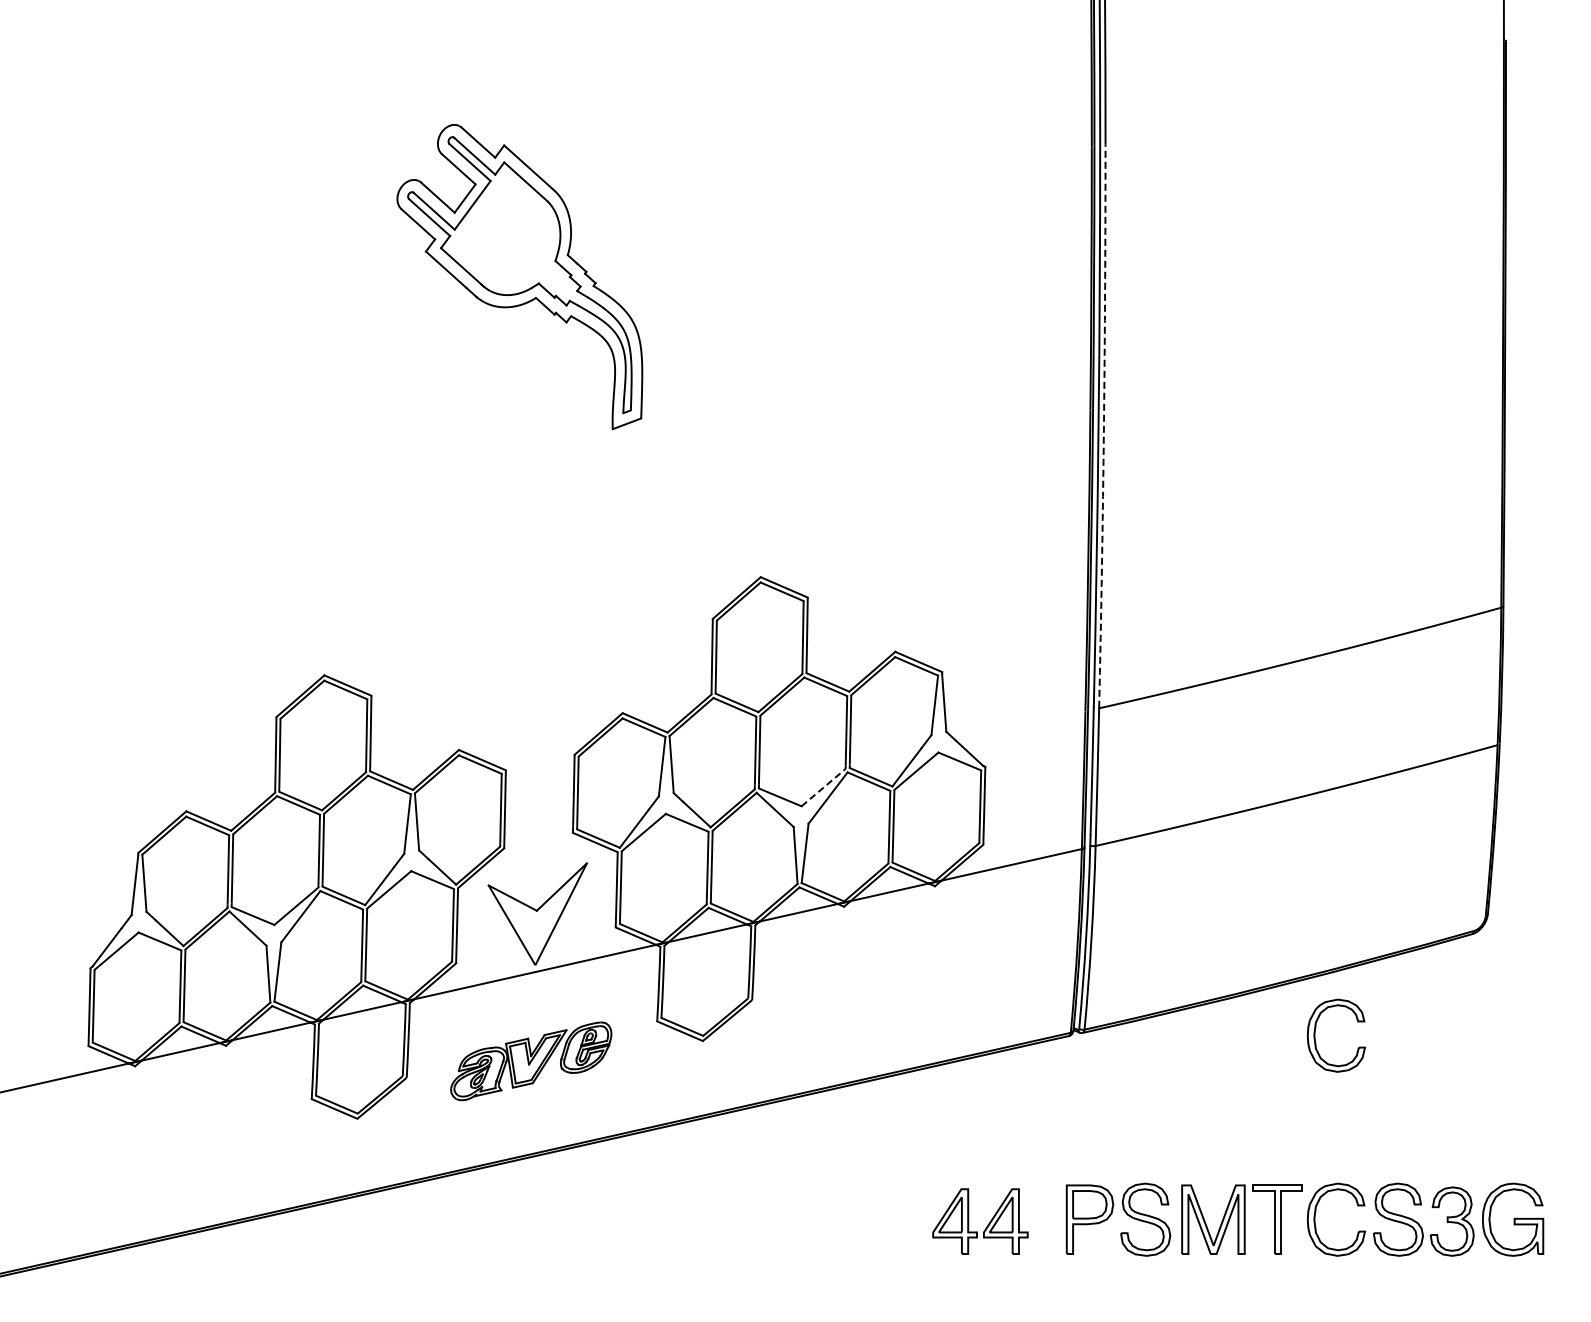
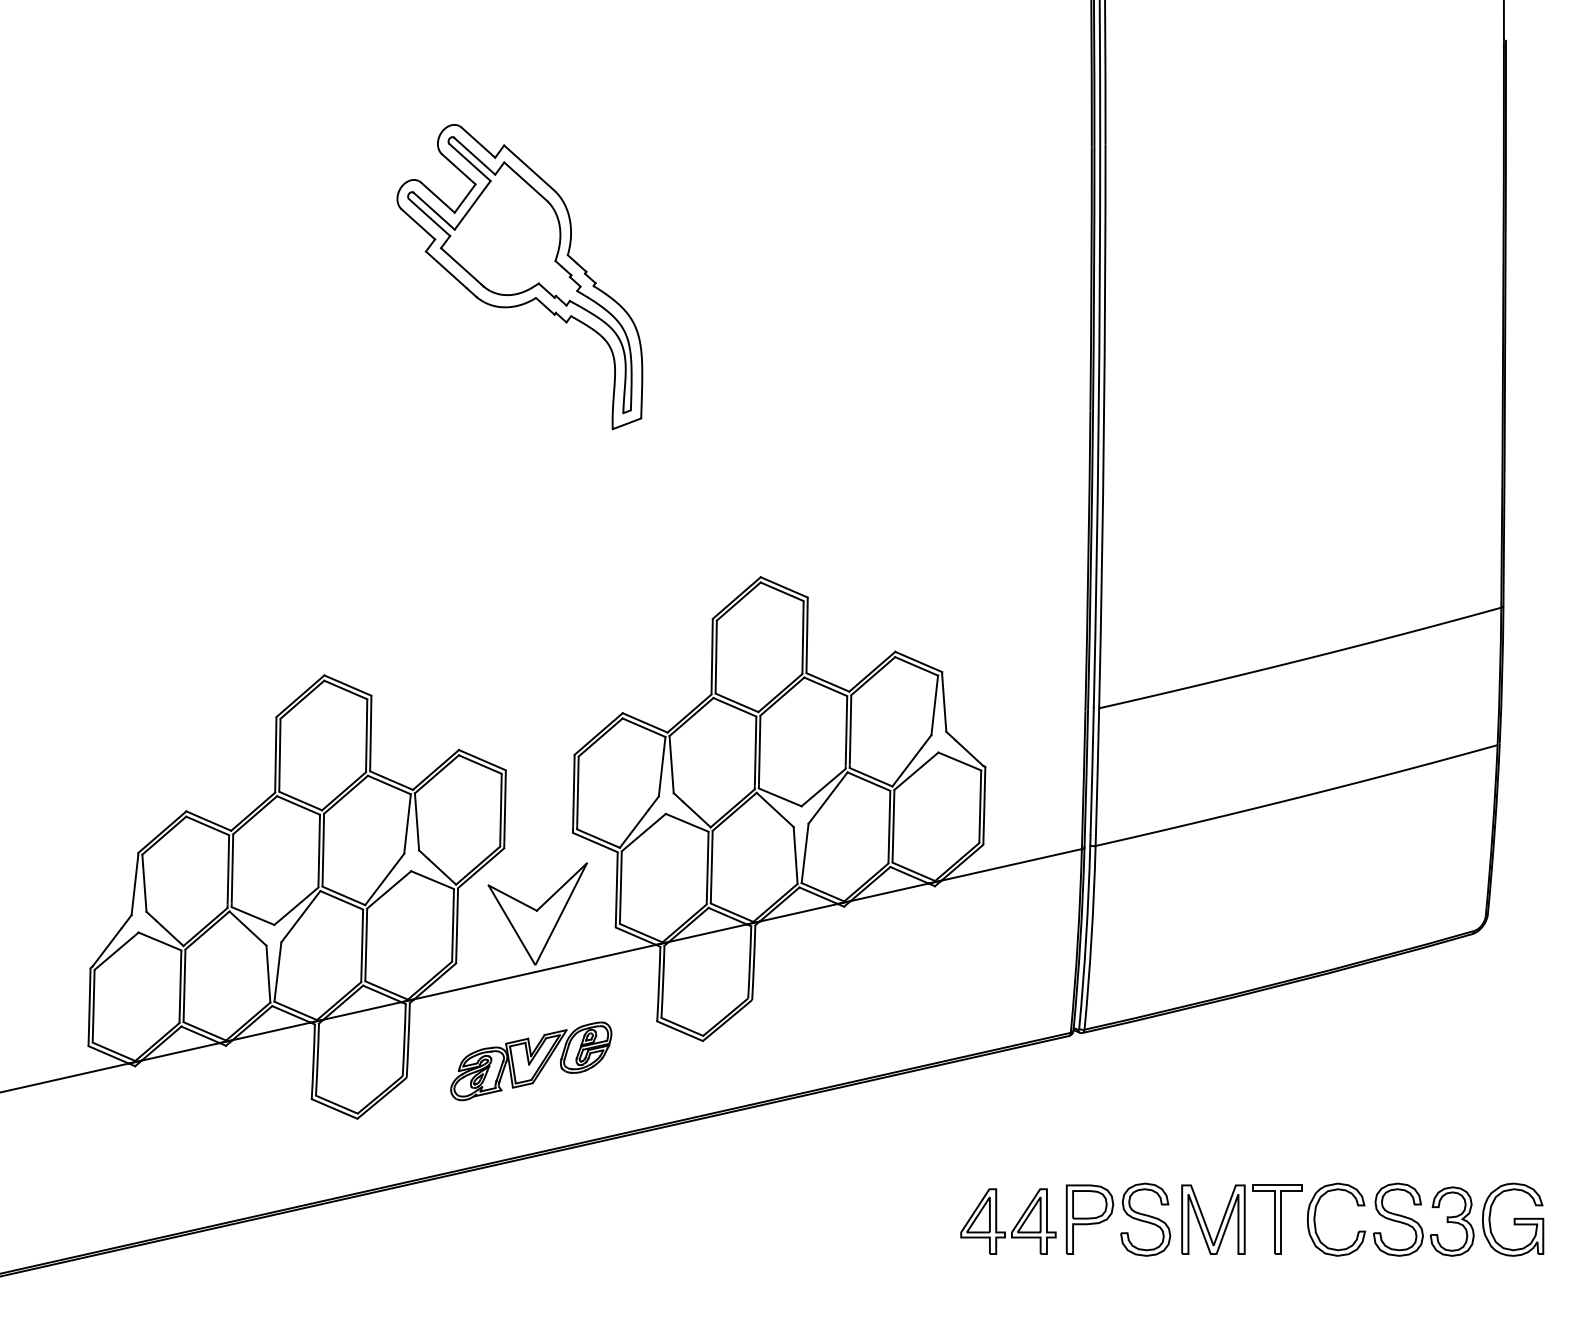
arc at (1103, 426): dashed -> solid
line at (823, 787): dashed -> solid
part at (1315, 1035): present -> none
part at (986, 1226) position: (986, 1226) -> (1014, 1226)
